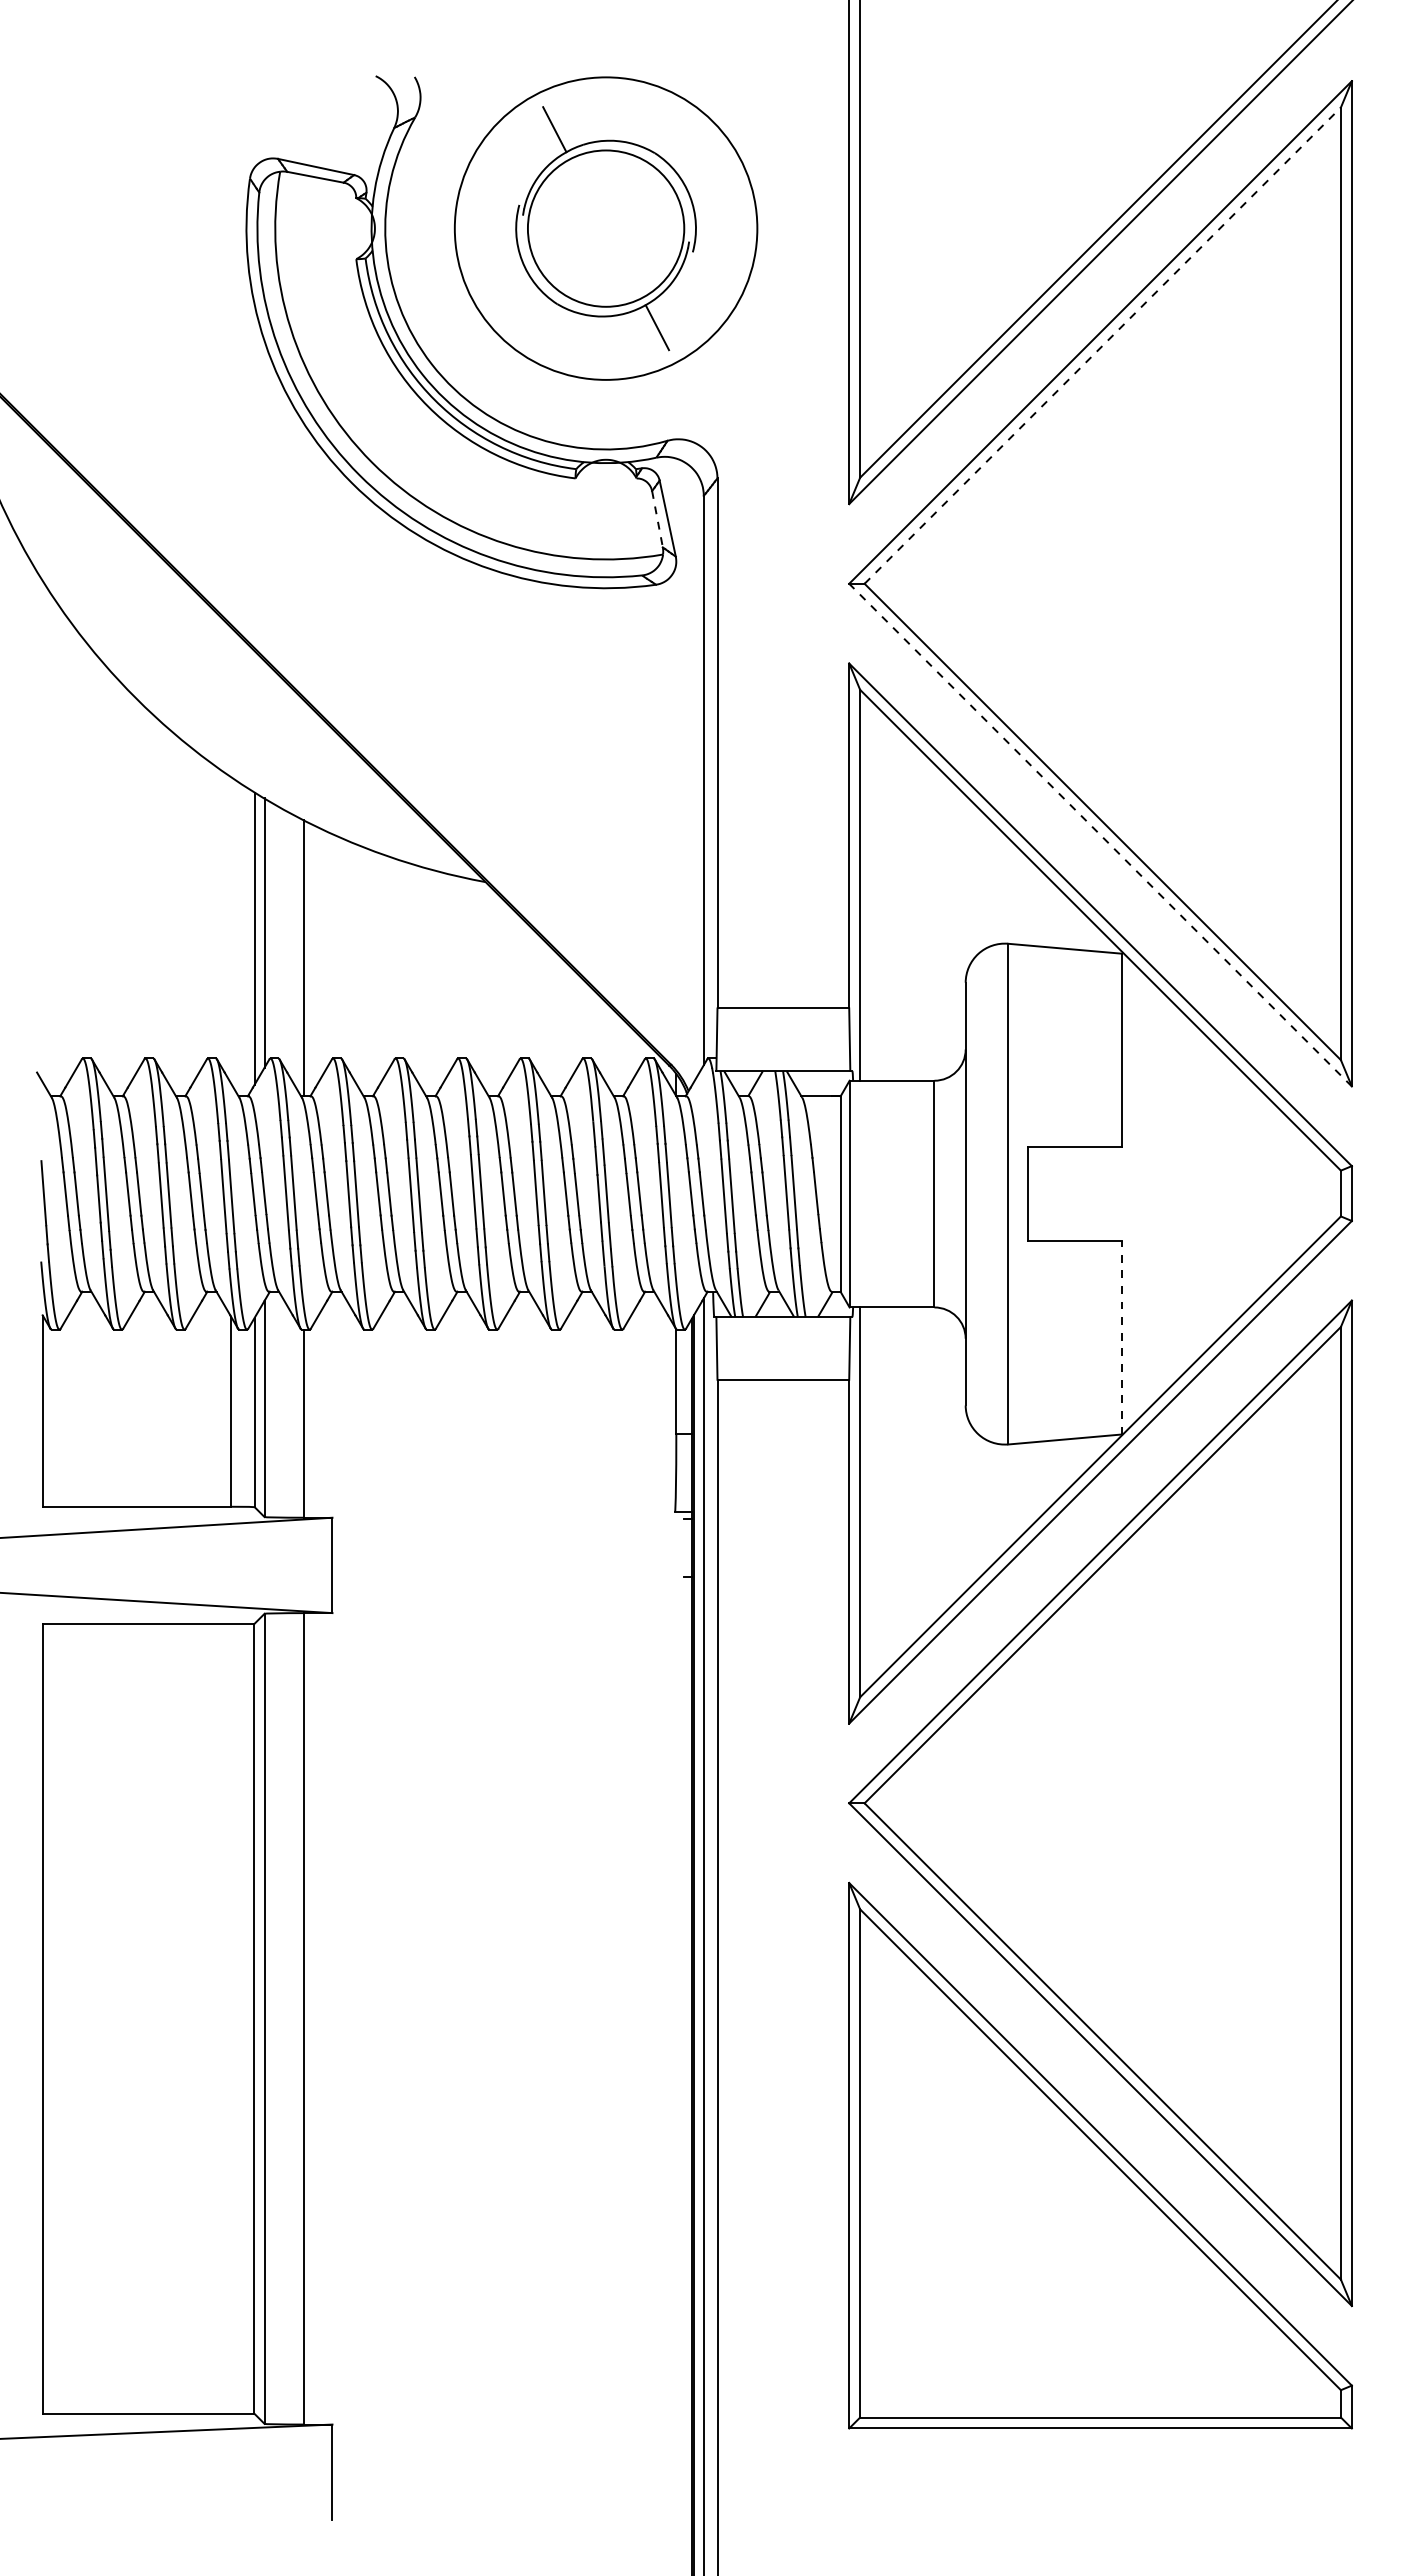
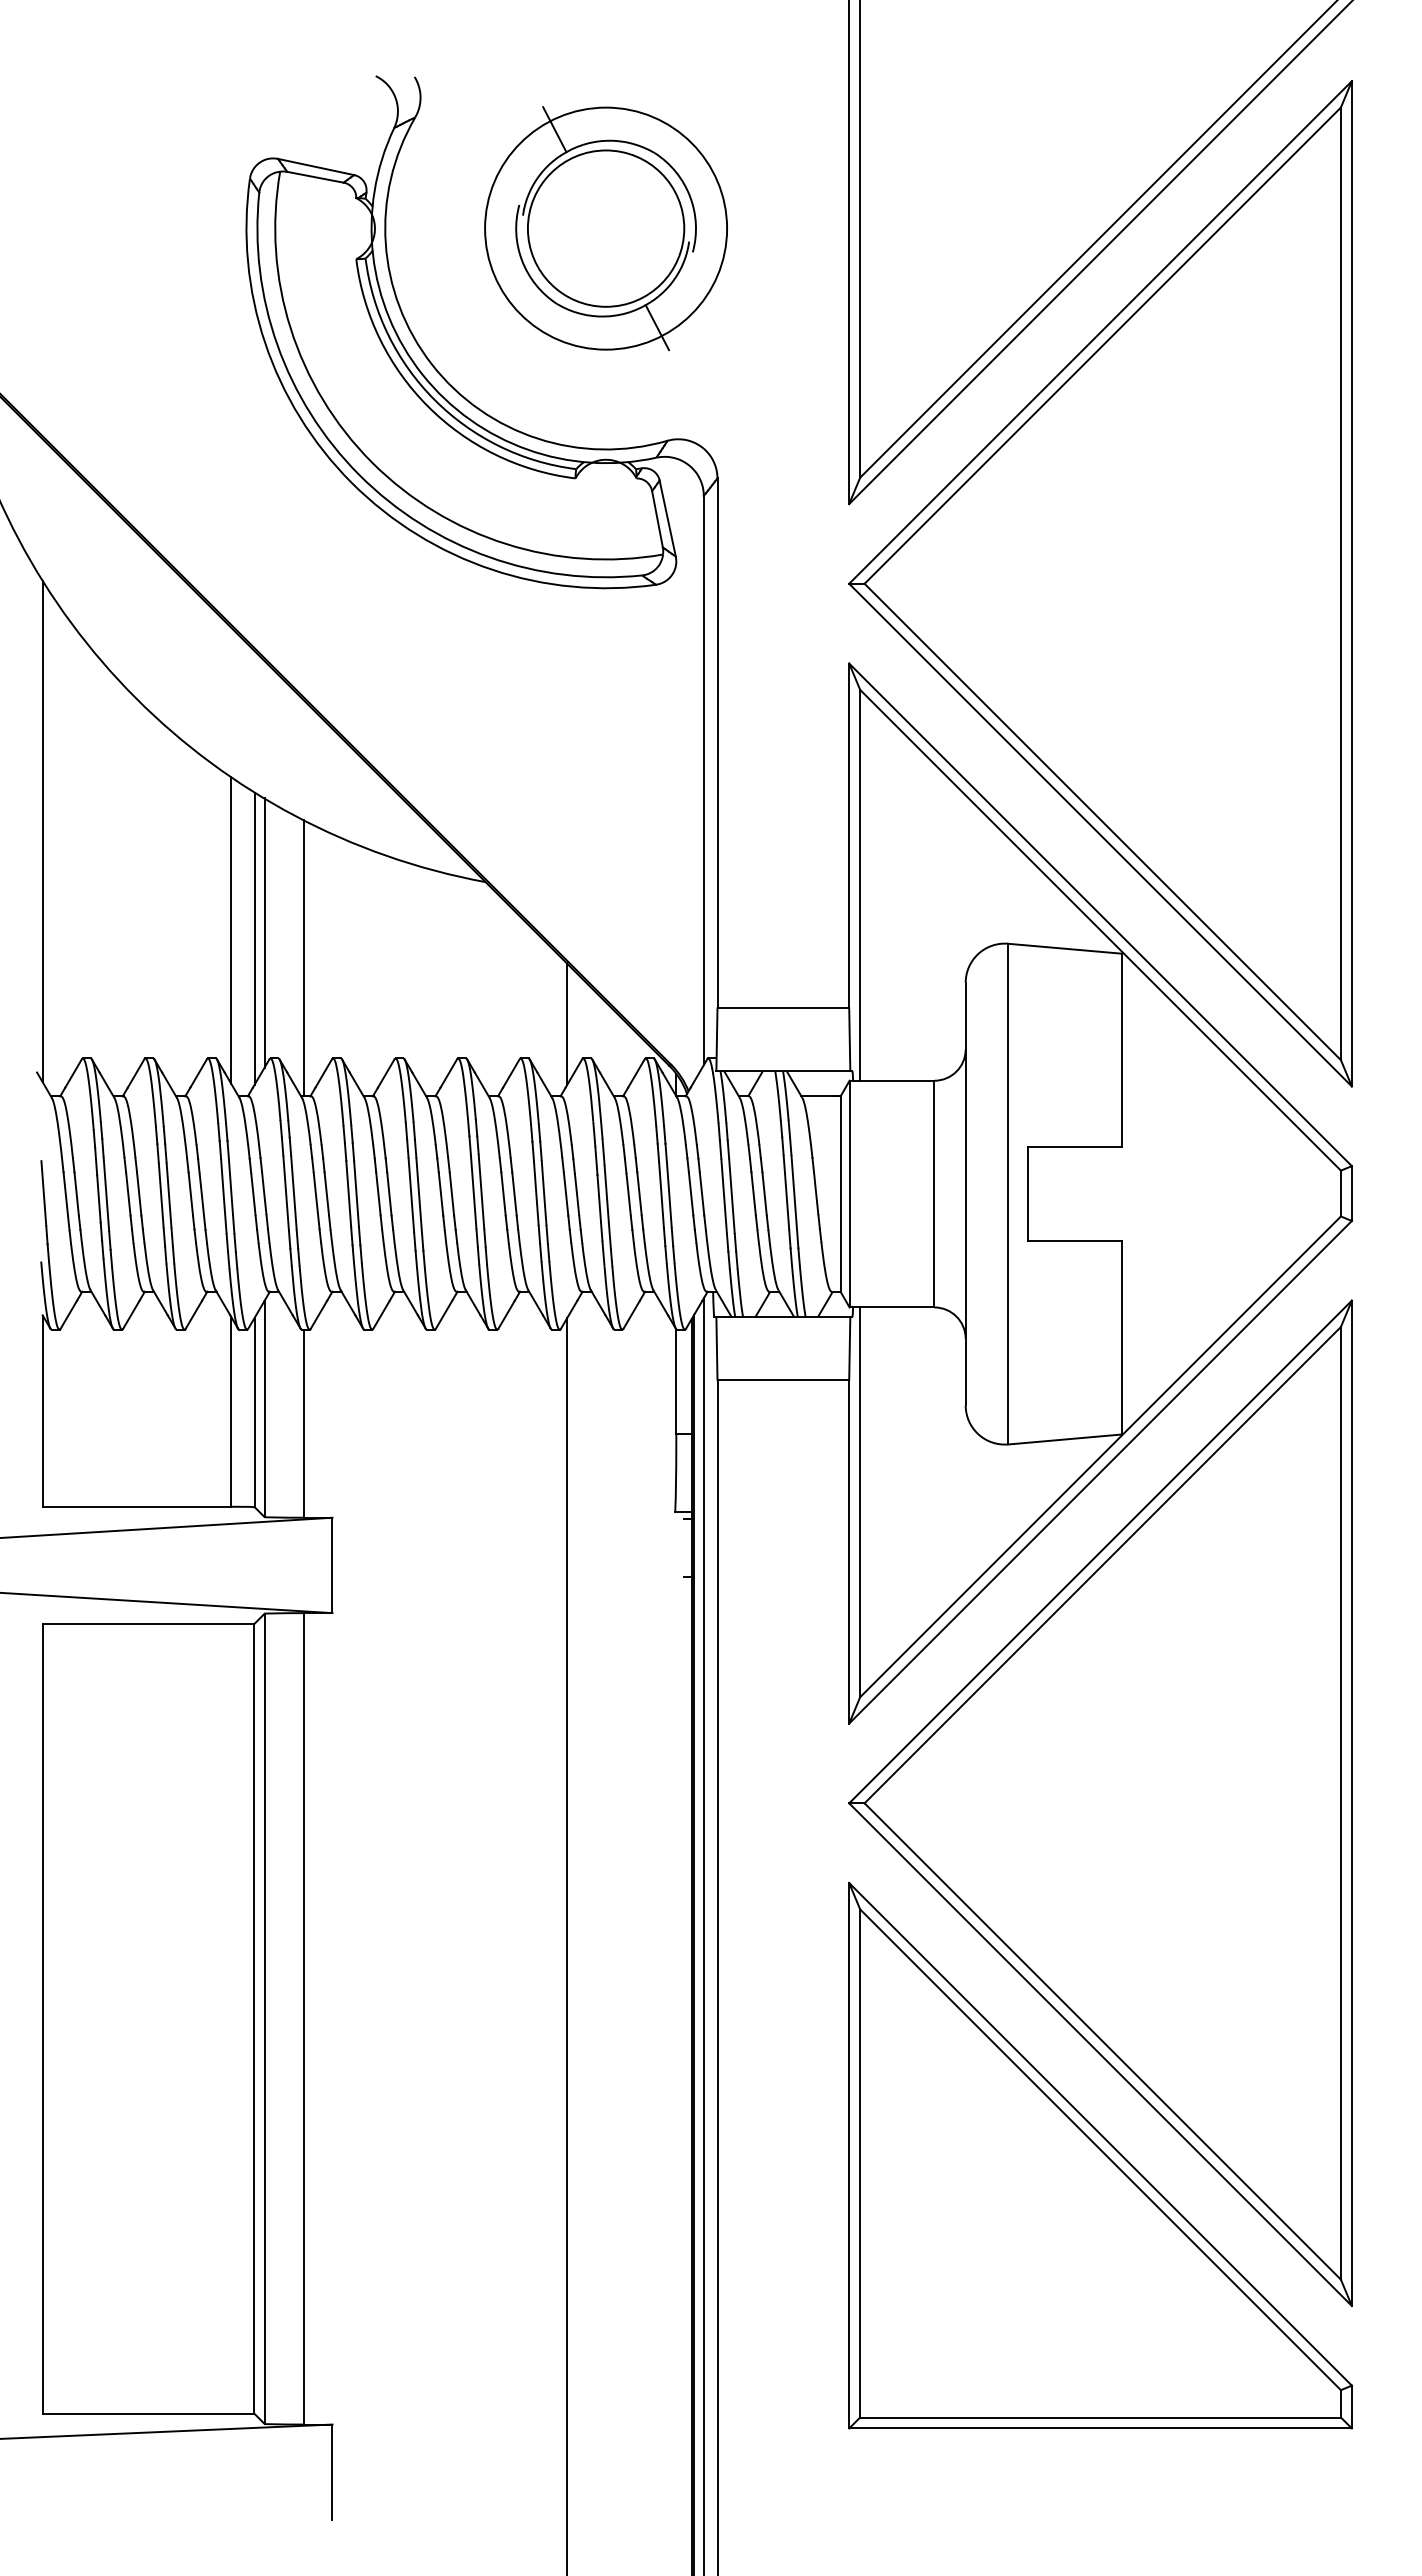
circle at (605, 228) diameter: 303 px -> 242 px
line at (1102, 345): dashed -> solid
line at (657, 519): dashed -> solid
line at (42, 831): none -> present
line at (1100, 834): dashed -> solid
line at (231, 929): none -> present
line at (567, 1024): none -> present
line at (1122, 1337): dashed -> solid
line at (567, 1945): none -> present
